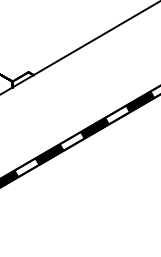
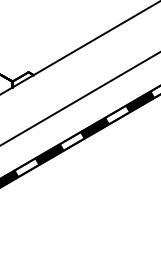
line at (79, 98): none -> present
